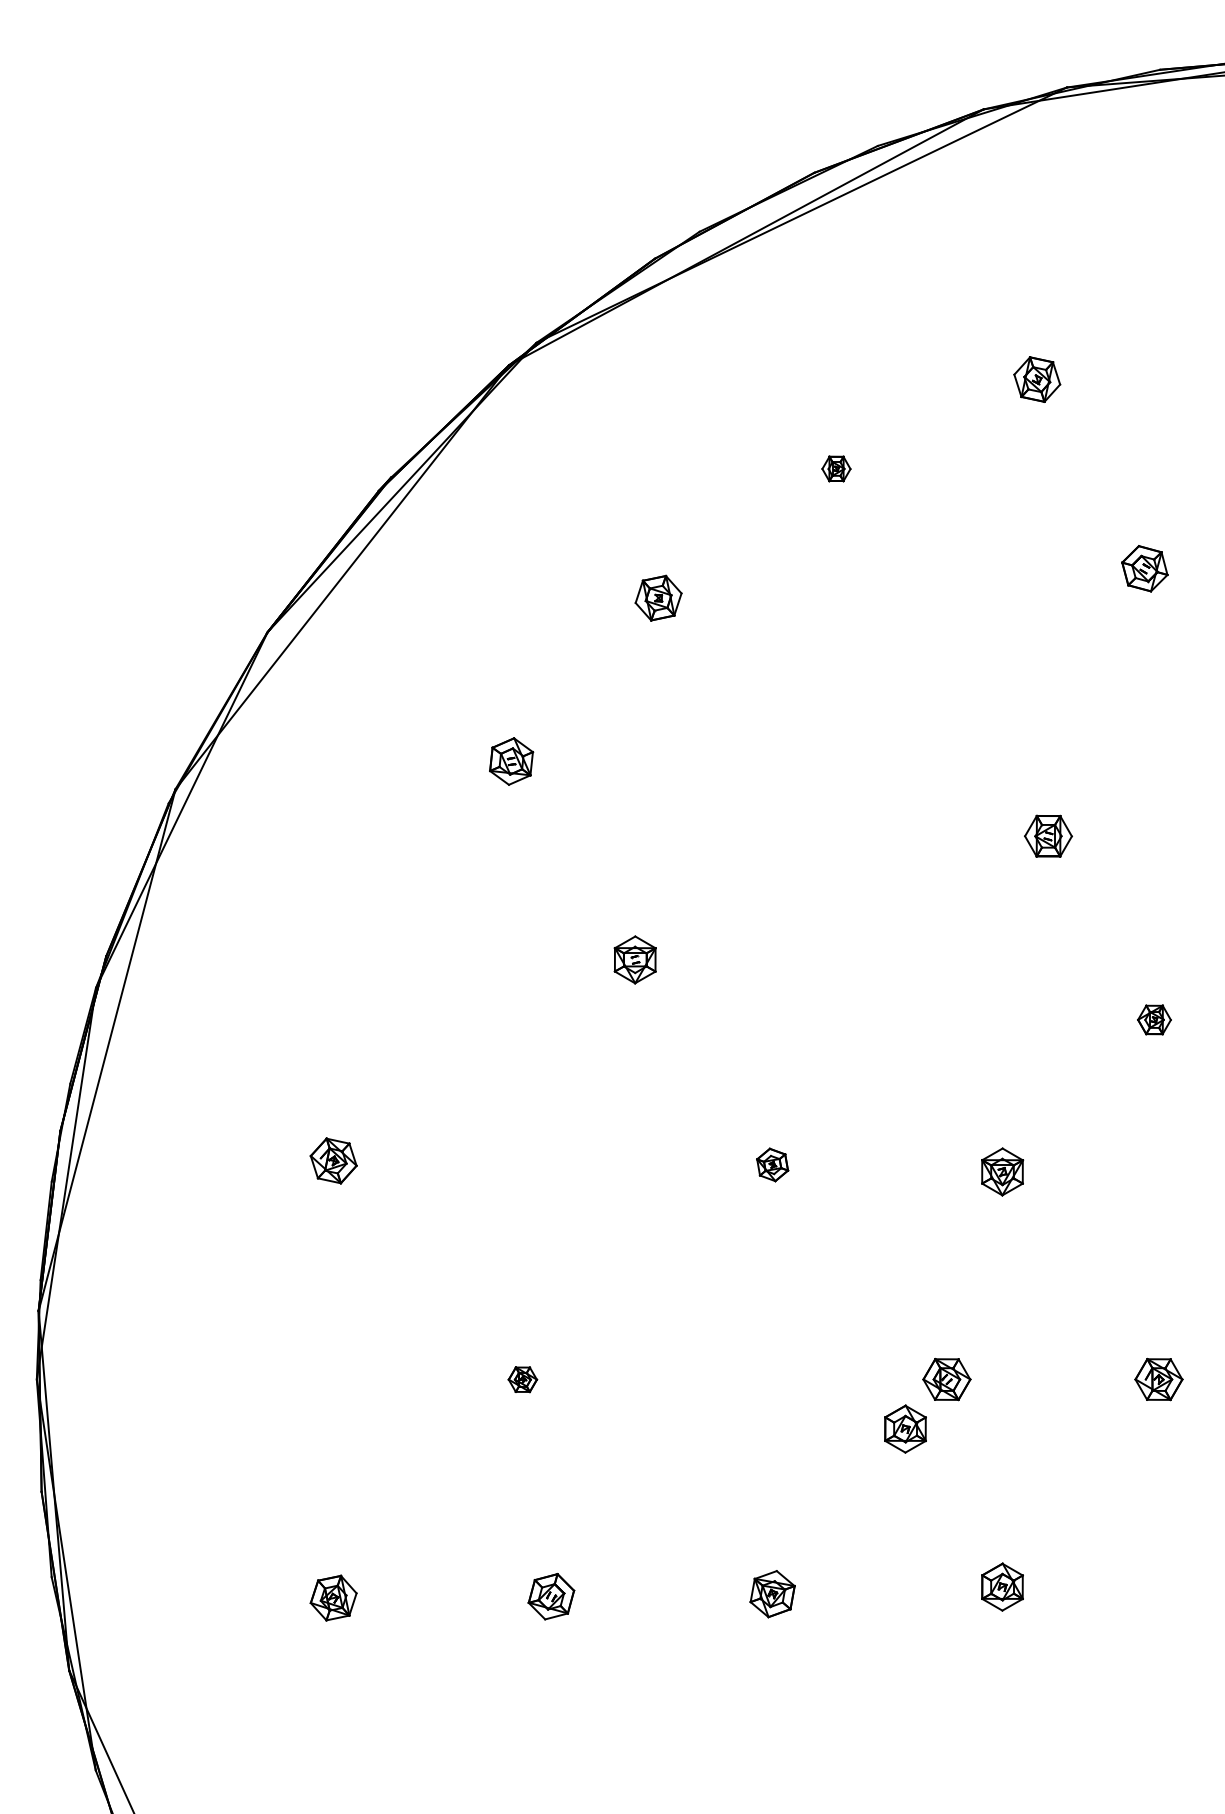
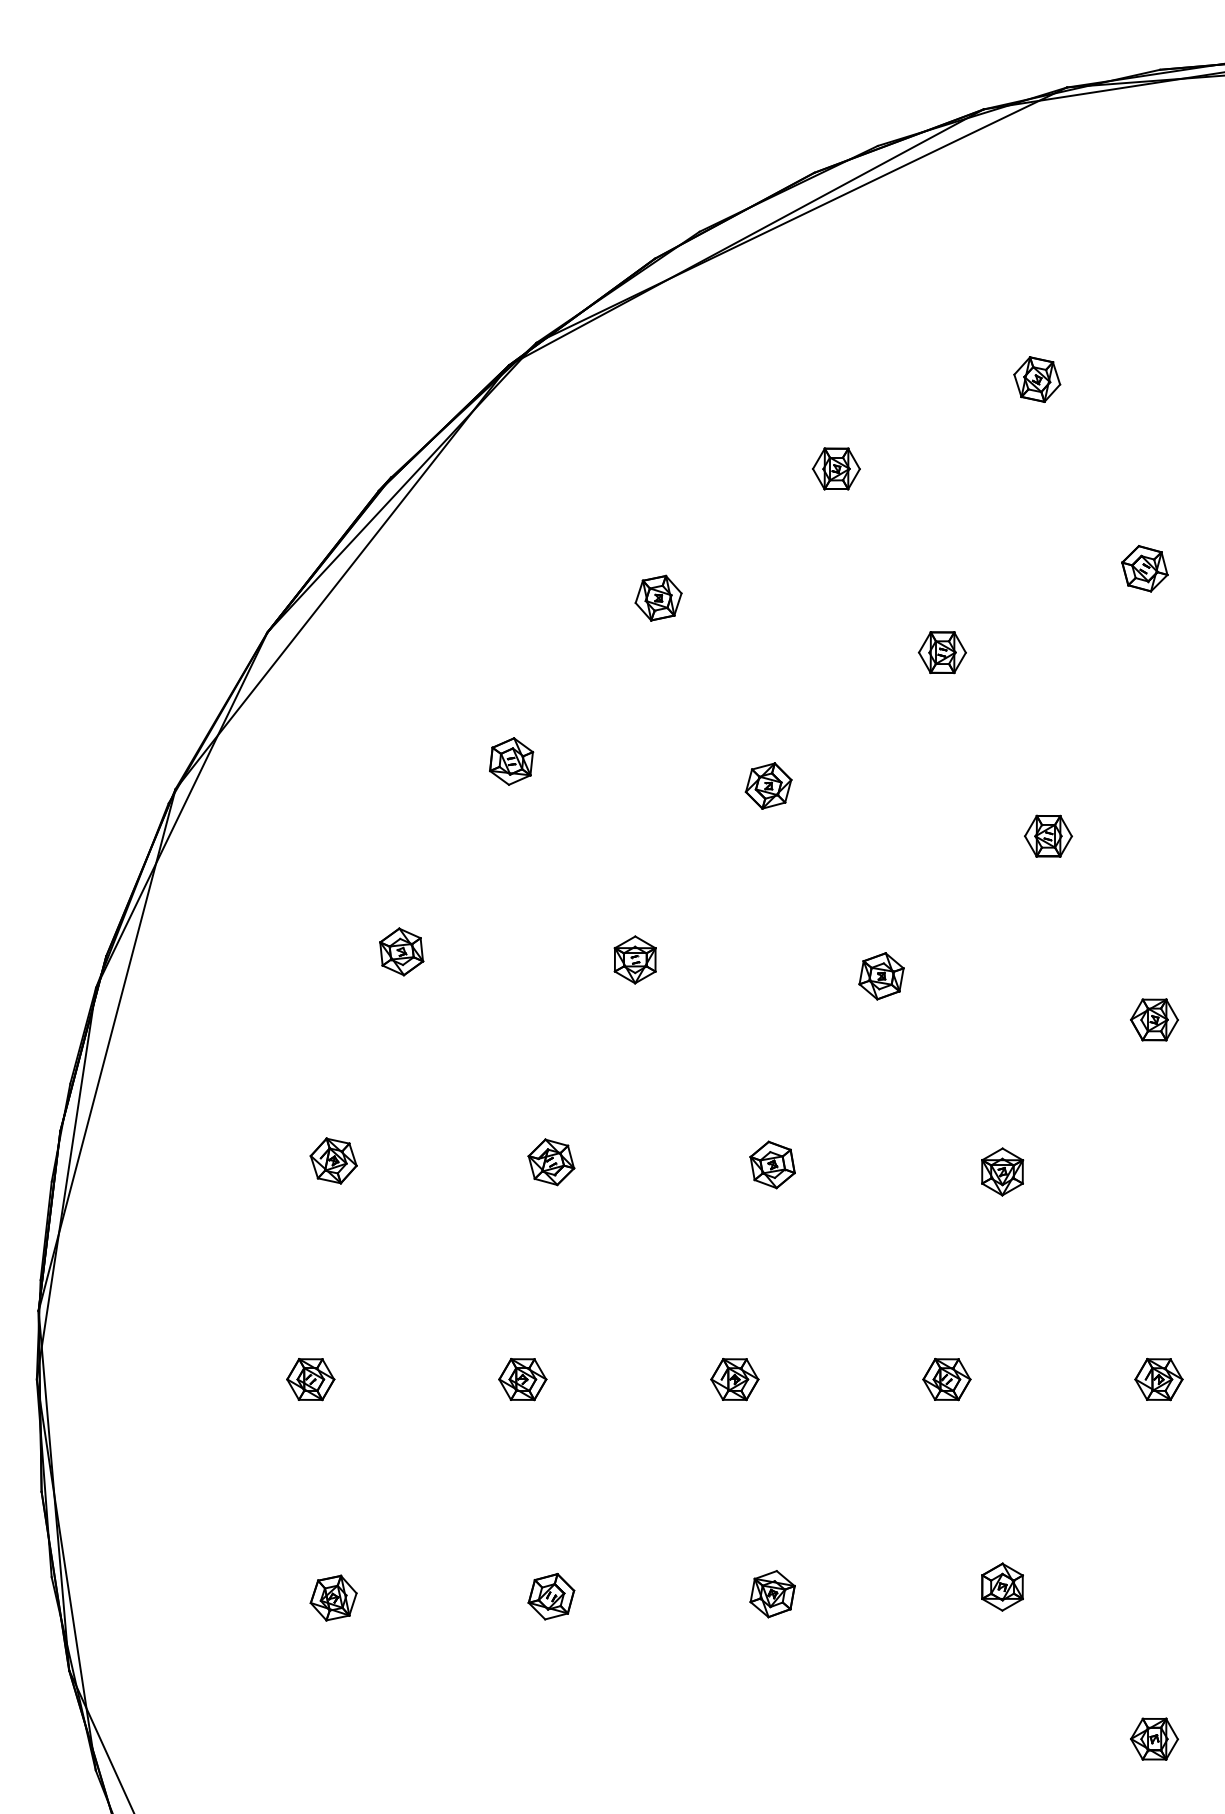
part at (836, 468) size: 31x28 px -> 49x44 px
part at (941, 652): none -> present
part at (768, 785): none -> present
part at (401, 951): none -> present
part at (881, 976): none -> present
part at (1154, 1019) size: 35x32 px -> 49x44 px
part at (551, 1162): none -> present
part at (772, 1164) size: 34x36 px -> 47x50 px
part at (310, 1379): none -> present
part at (522, 1379) size: 32x28 px -> 50x44 px
part at (734, 1379): none -> present
part at (905, 1428): present -> none
part at (1154, 1738): none -> present
